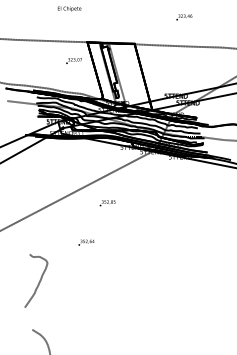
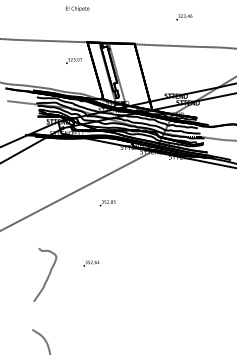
text at (69, 8) position: (69, 8) -> (77, 8)
text at (86, 242) position: (86, 242) -> (91, 263)
curve at (38, 282) position: (38, 282) -> (47, 276)
